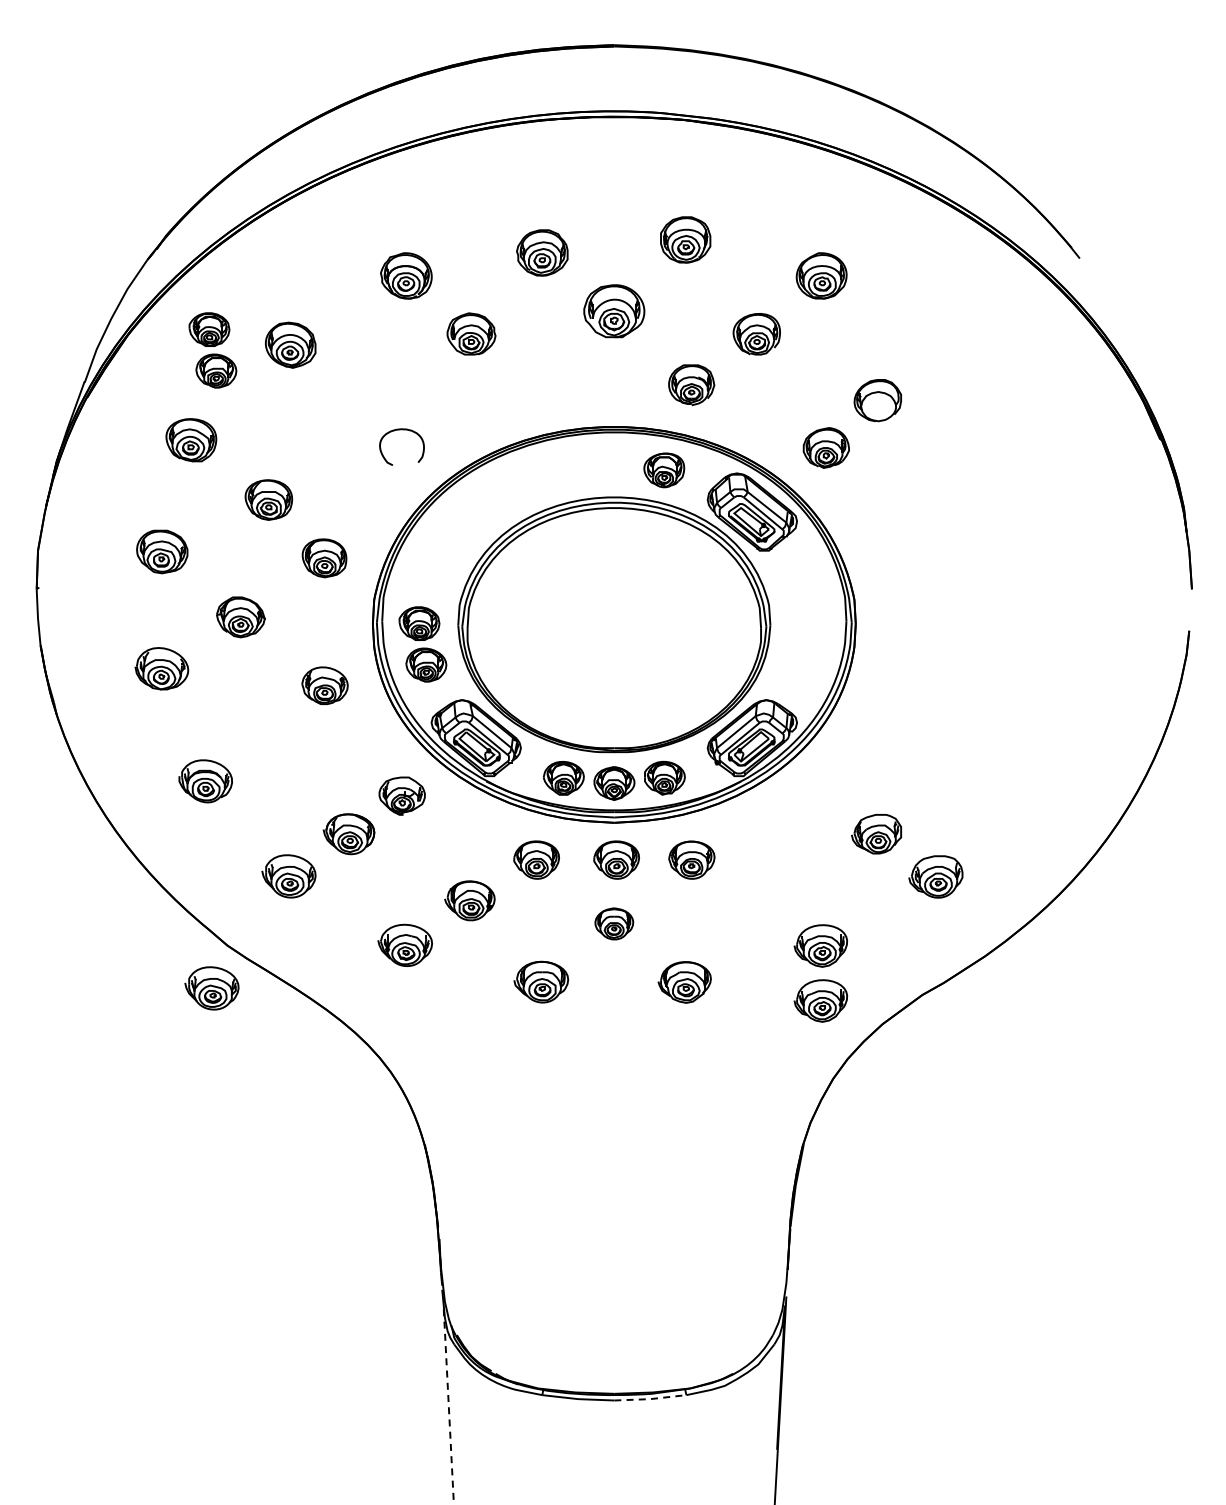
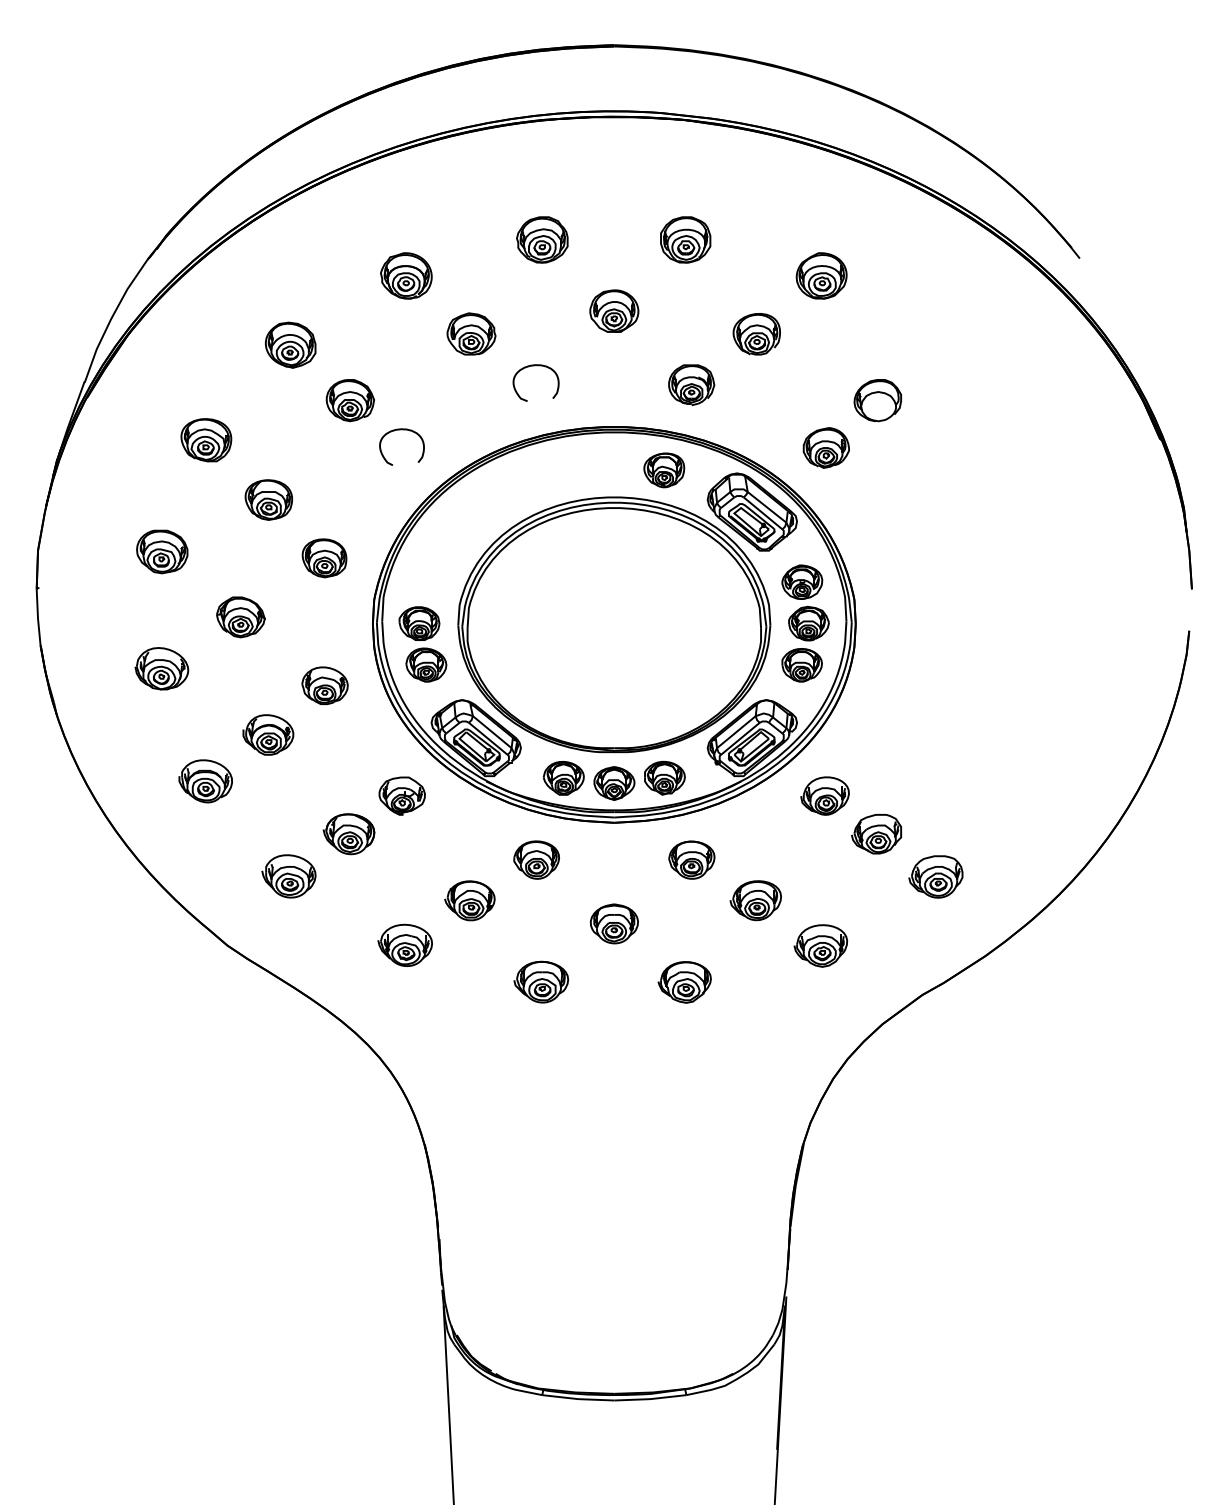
part at (542, 252) position: (542, 252) -> (542, 239)
part at (614, 311) size: 63x55 px -> 51x44 px
part at (212, 350): present -> none
curve at (534, 366): none -> present
part at (349, 400): none -> present
part at (191, 440) position: (191, 440) -> (206, 440)
part at (805, 623): none -> present
part at (268, 734): none -> present
part at (824, 795): none -> present
part at (616, 859): present -> none
part at (755, 900): none -> present
part at (614, 923) size: 41x34 px -> 50x42 px
part at (211, 988): present -> none
part at (820, 1000): present -> none
line at (650, 1399): dashed -> solid
line at (448, 1405): dashed -> solid
